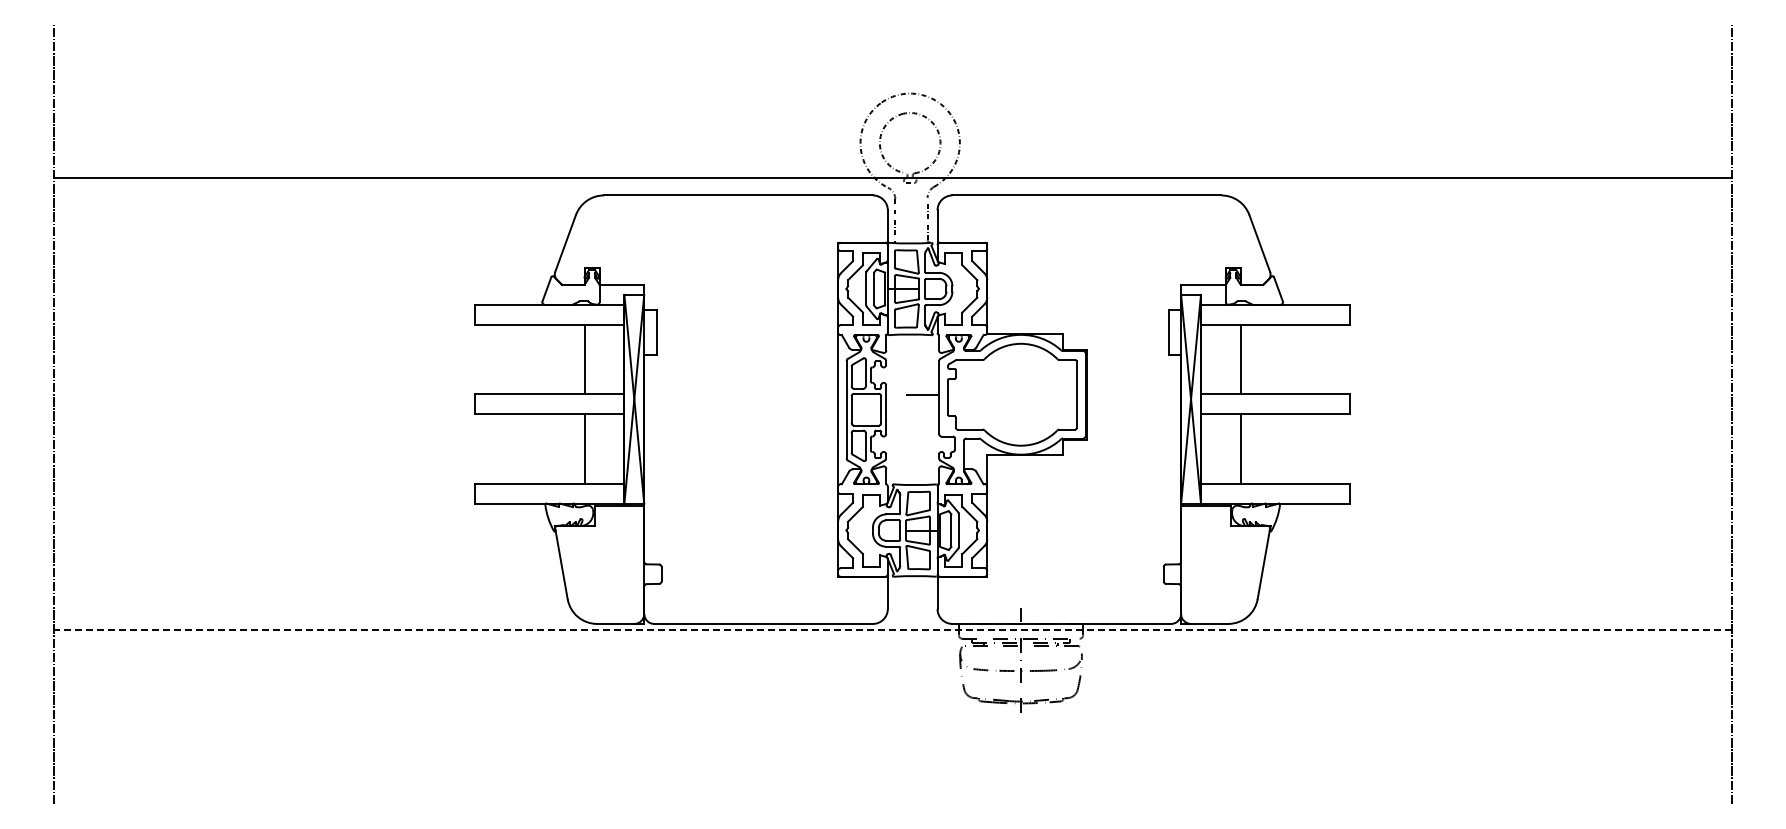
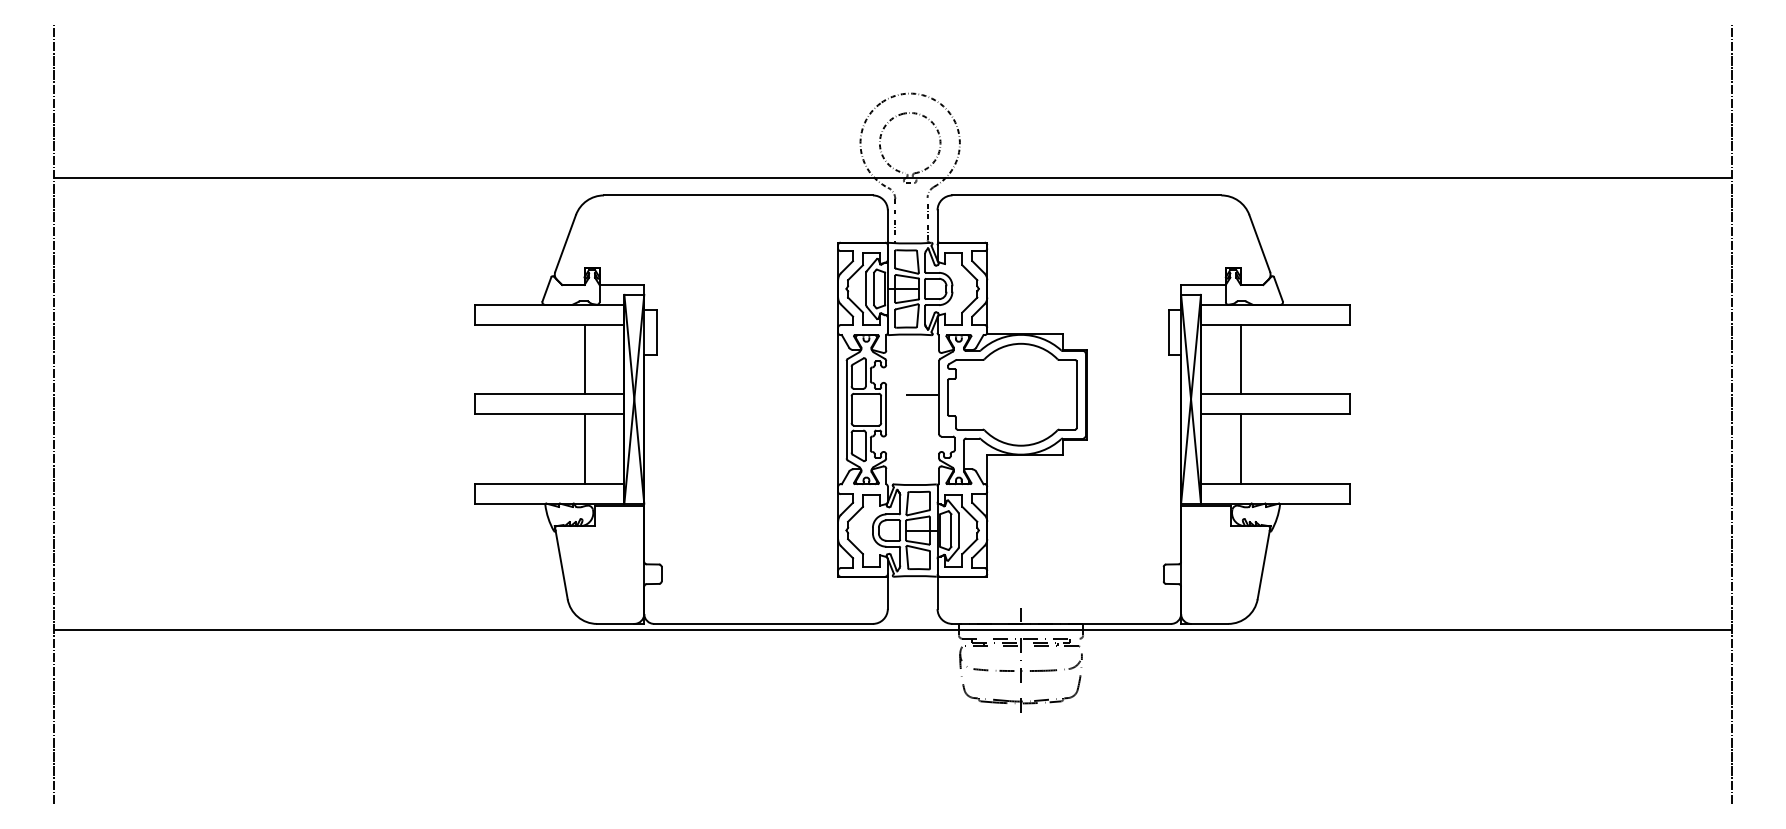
line at (892, 630): dashed -> solid
